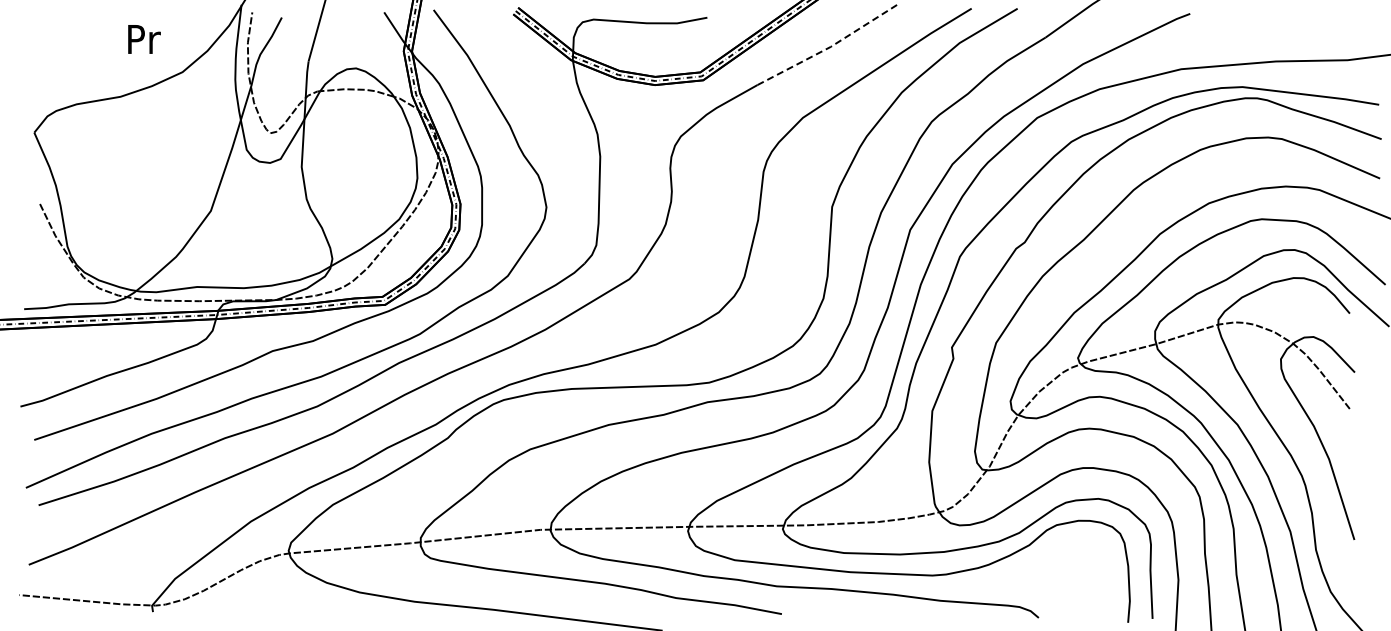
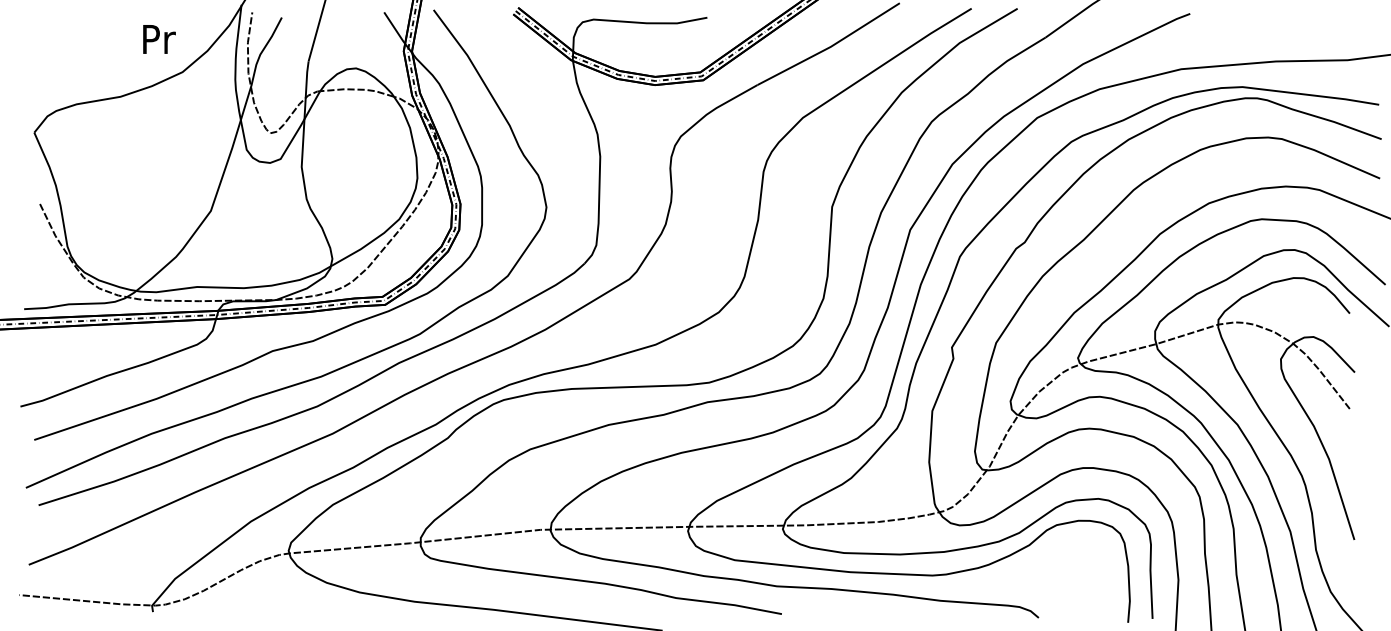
text at (144, 39) position: (144, 39) -> (159, 39)
line at (830, 46): dashed -> solid
